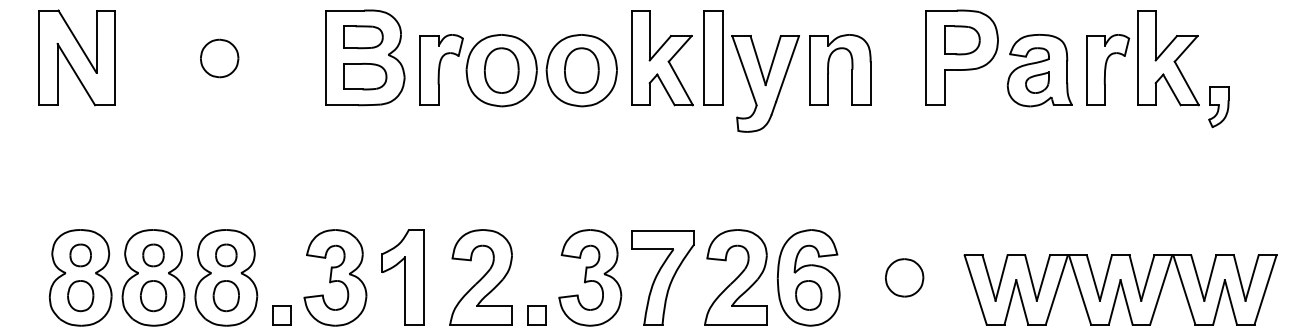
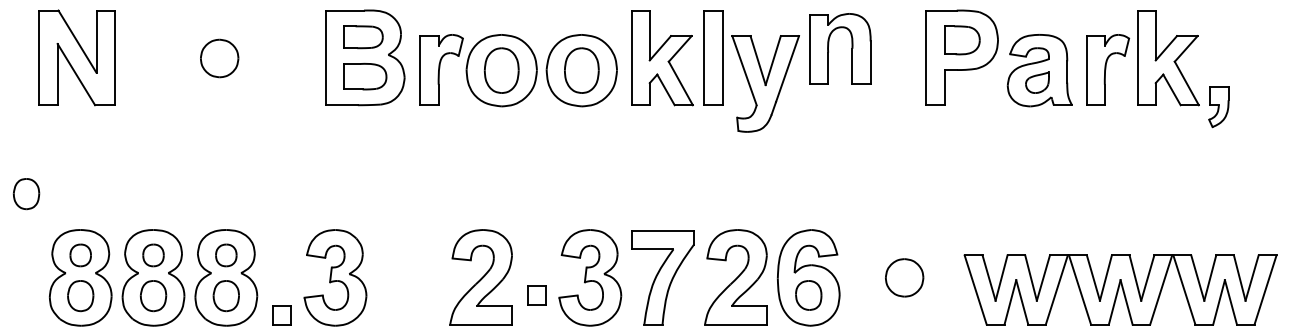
part at (851, 69) position: (851, 69) -> (851, 48)
part at (26, 194): none -> present
part at (402, 277): present -> none
part at (536, 315) position: (536, 315) -> (536, 295)
